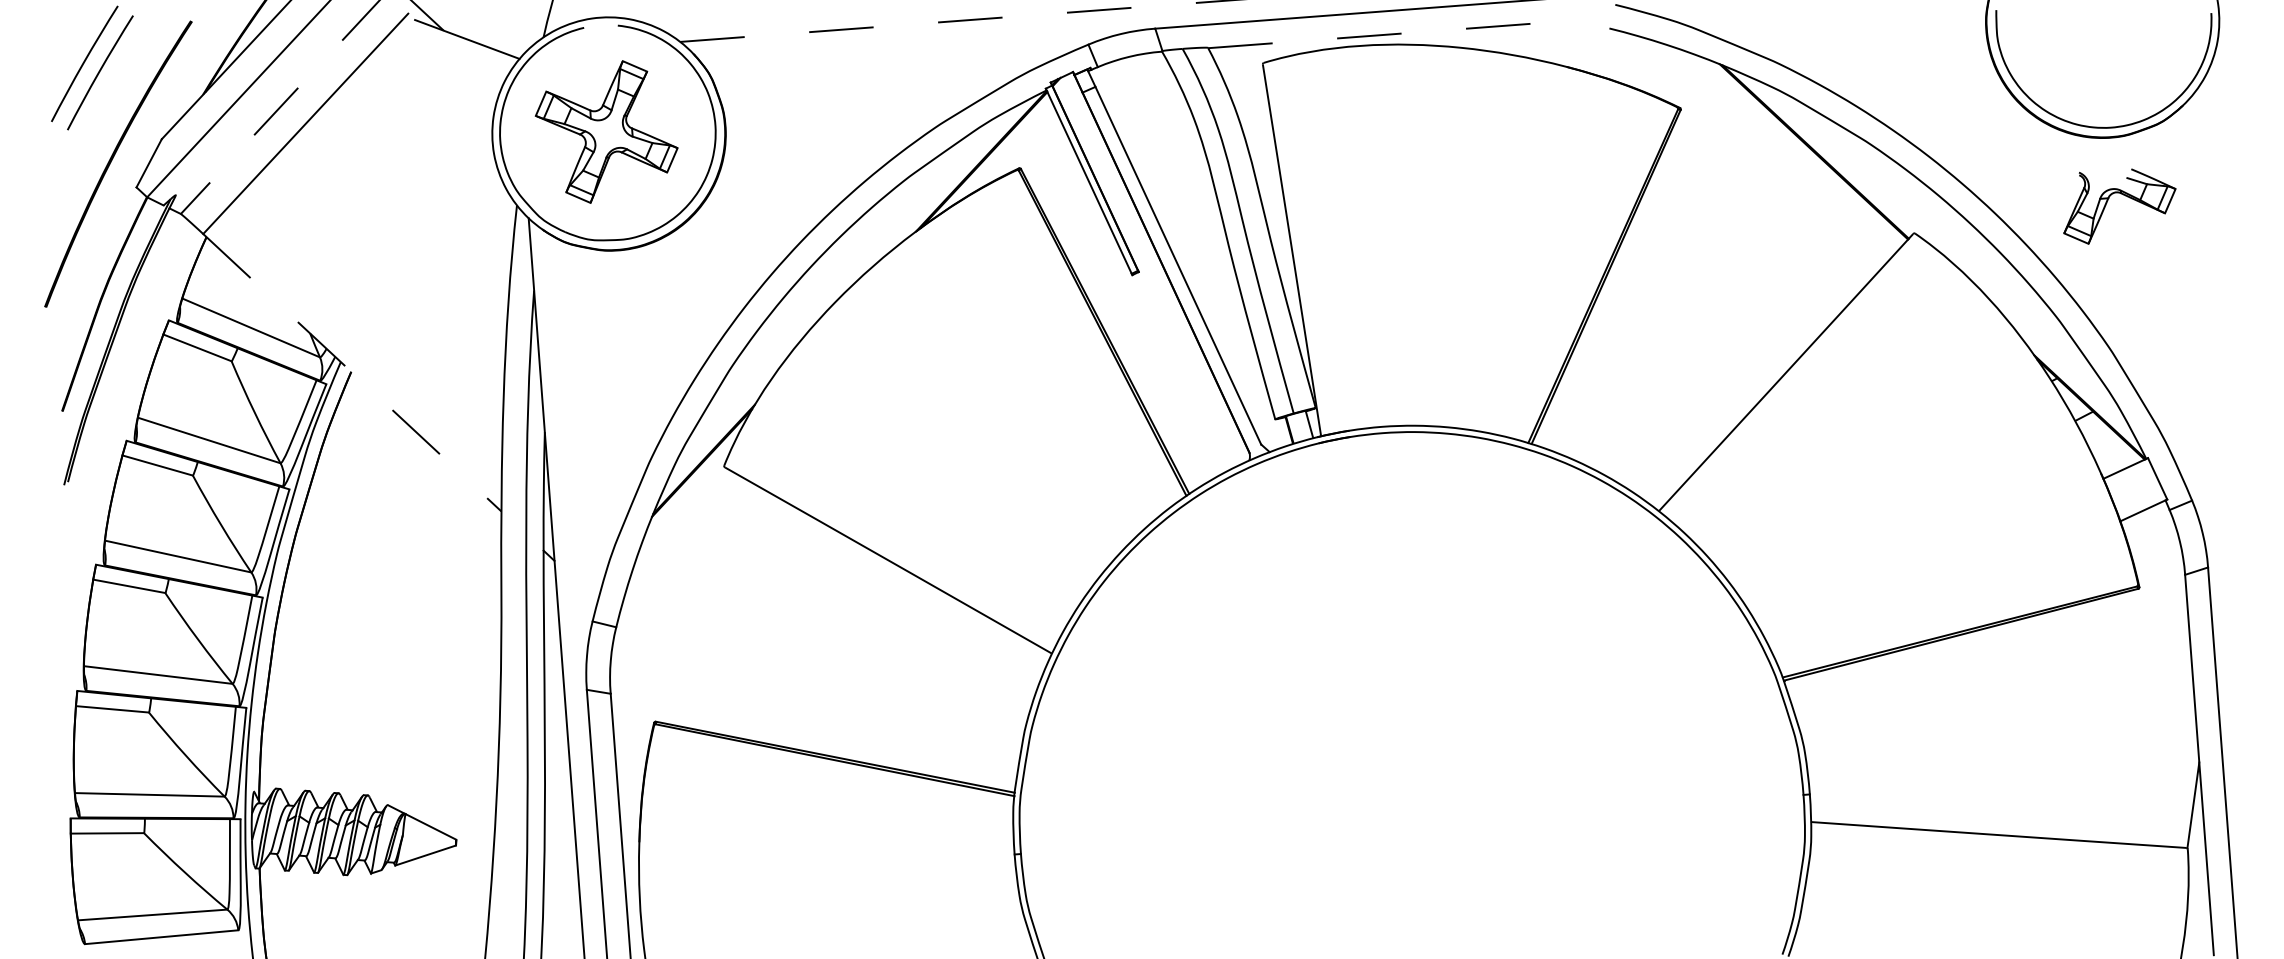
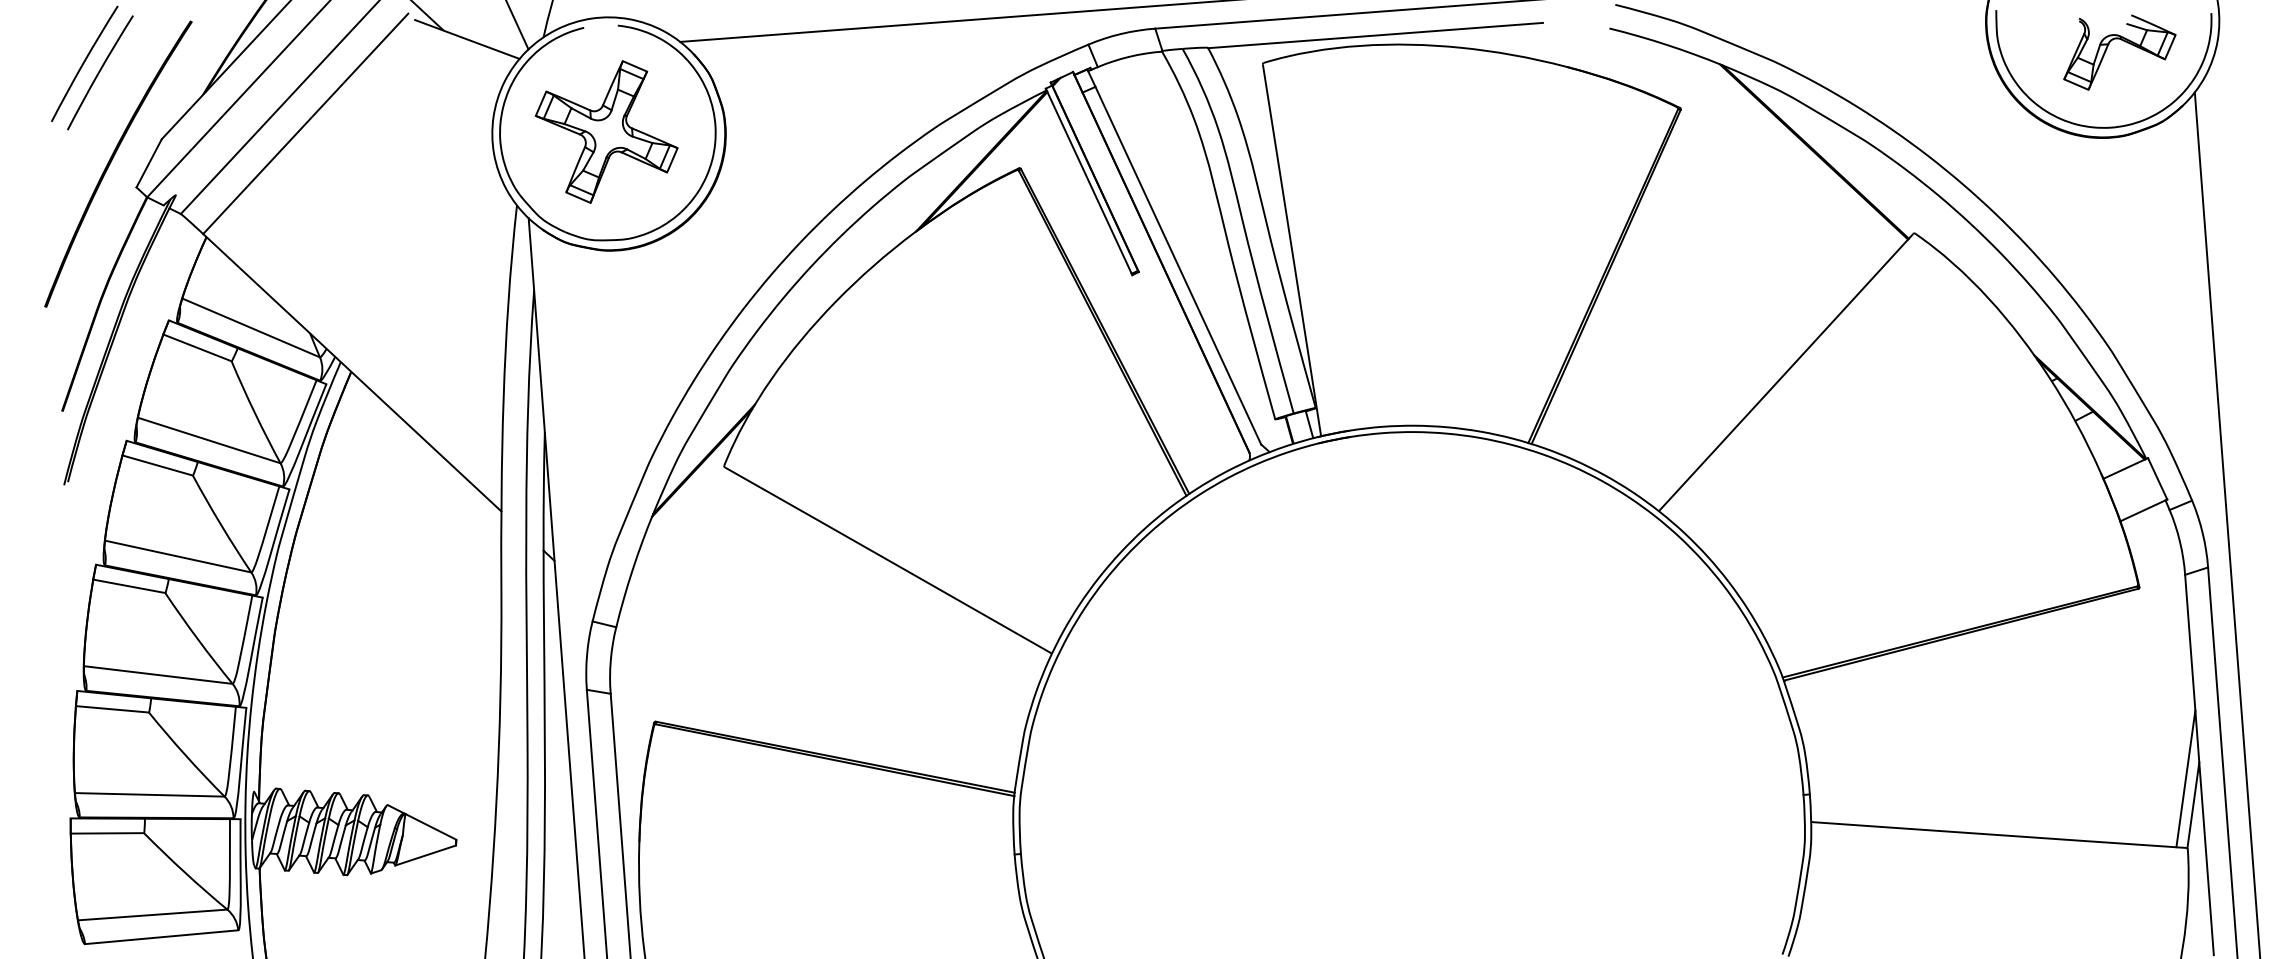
line at (958, 20): dashed -> solid
line at (517, 25): none -> present
line at (1375, 35): dashed -> solid
line at (280, 107): dashed -> solid
part at (2125, 196) position: (2125, 196) -> (2125, 42)
line at (352, 372): dashed -> solid
line at (2227, 523): none -> present
line at (2185, 778): none -> present
